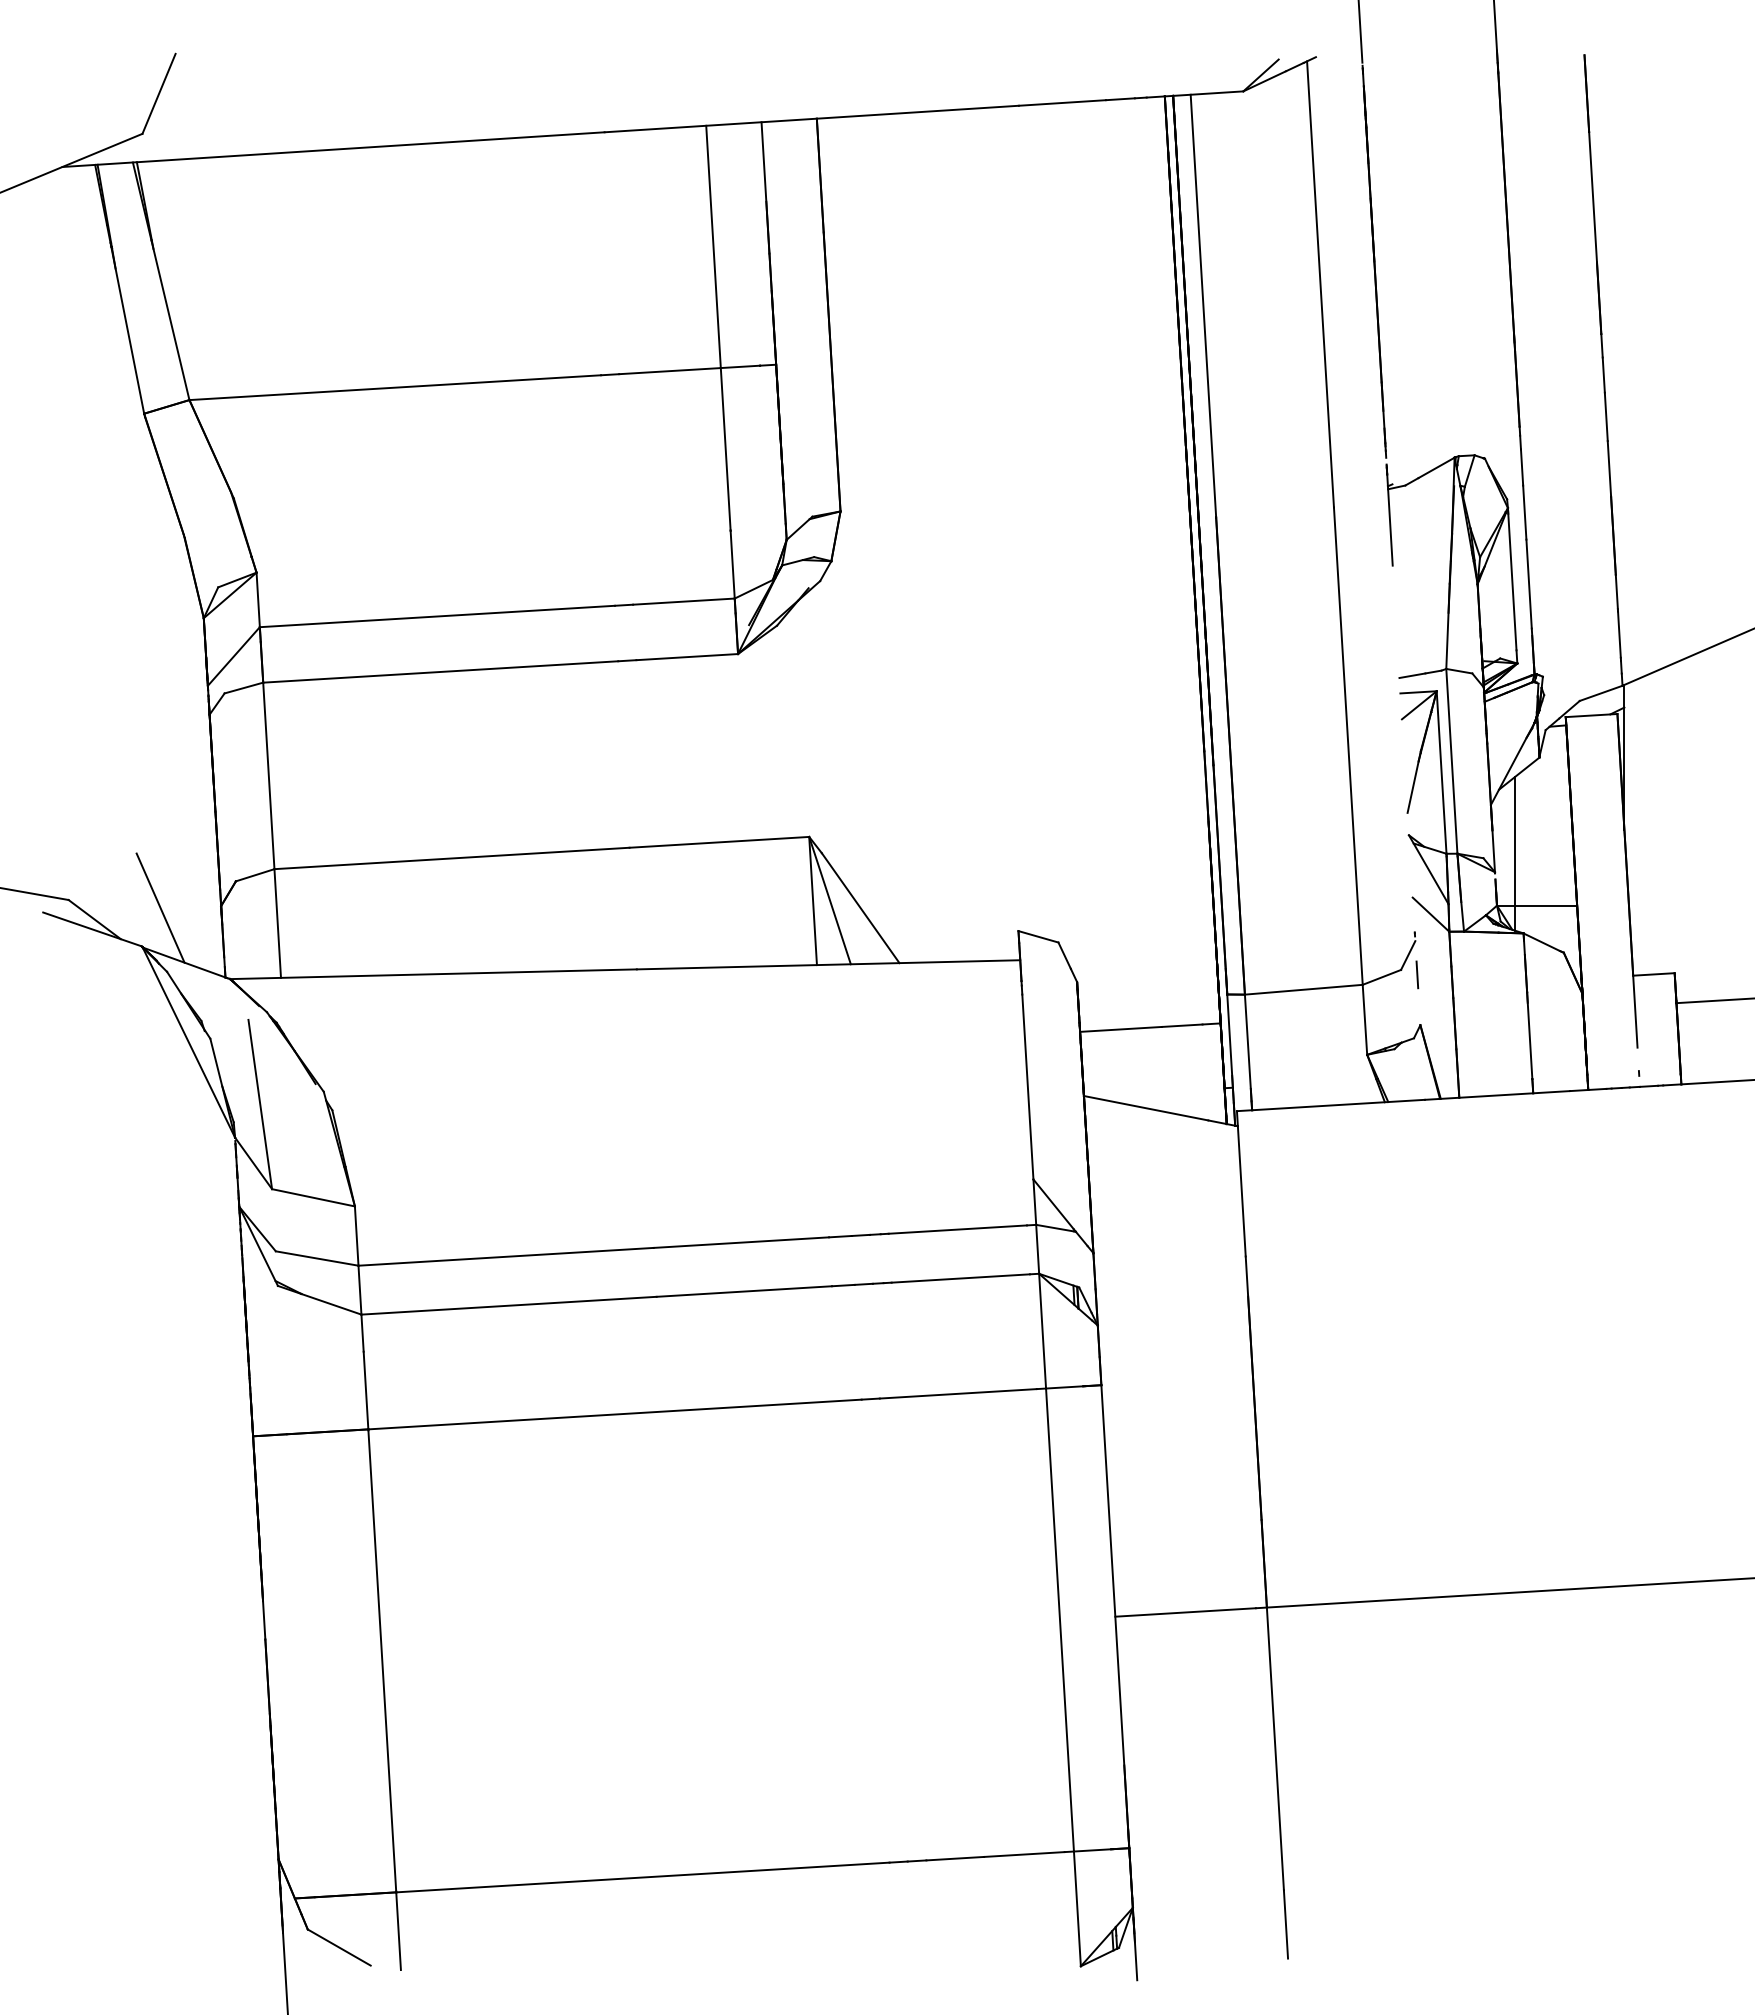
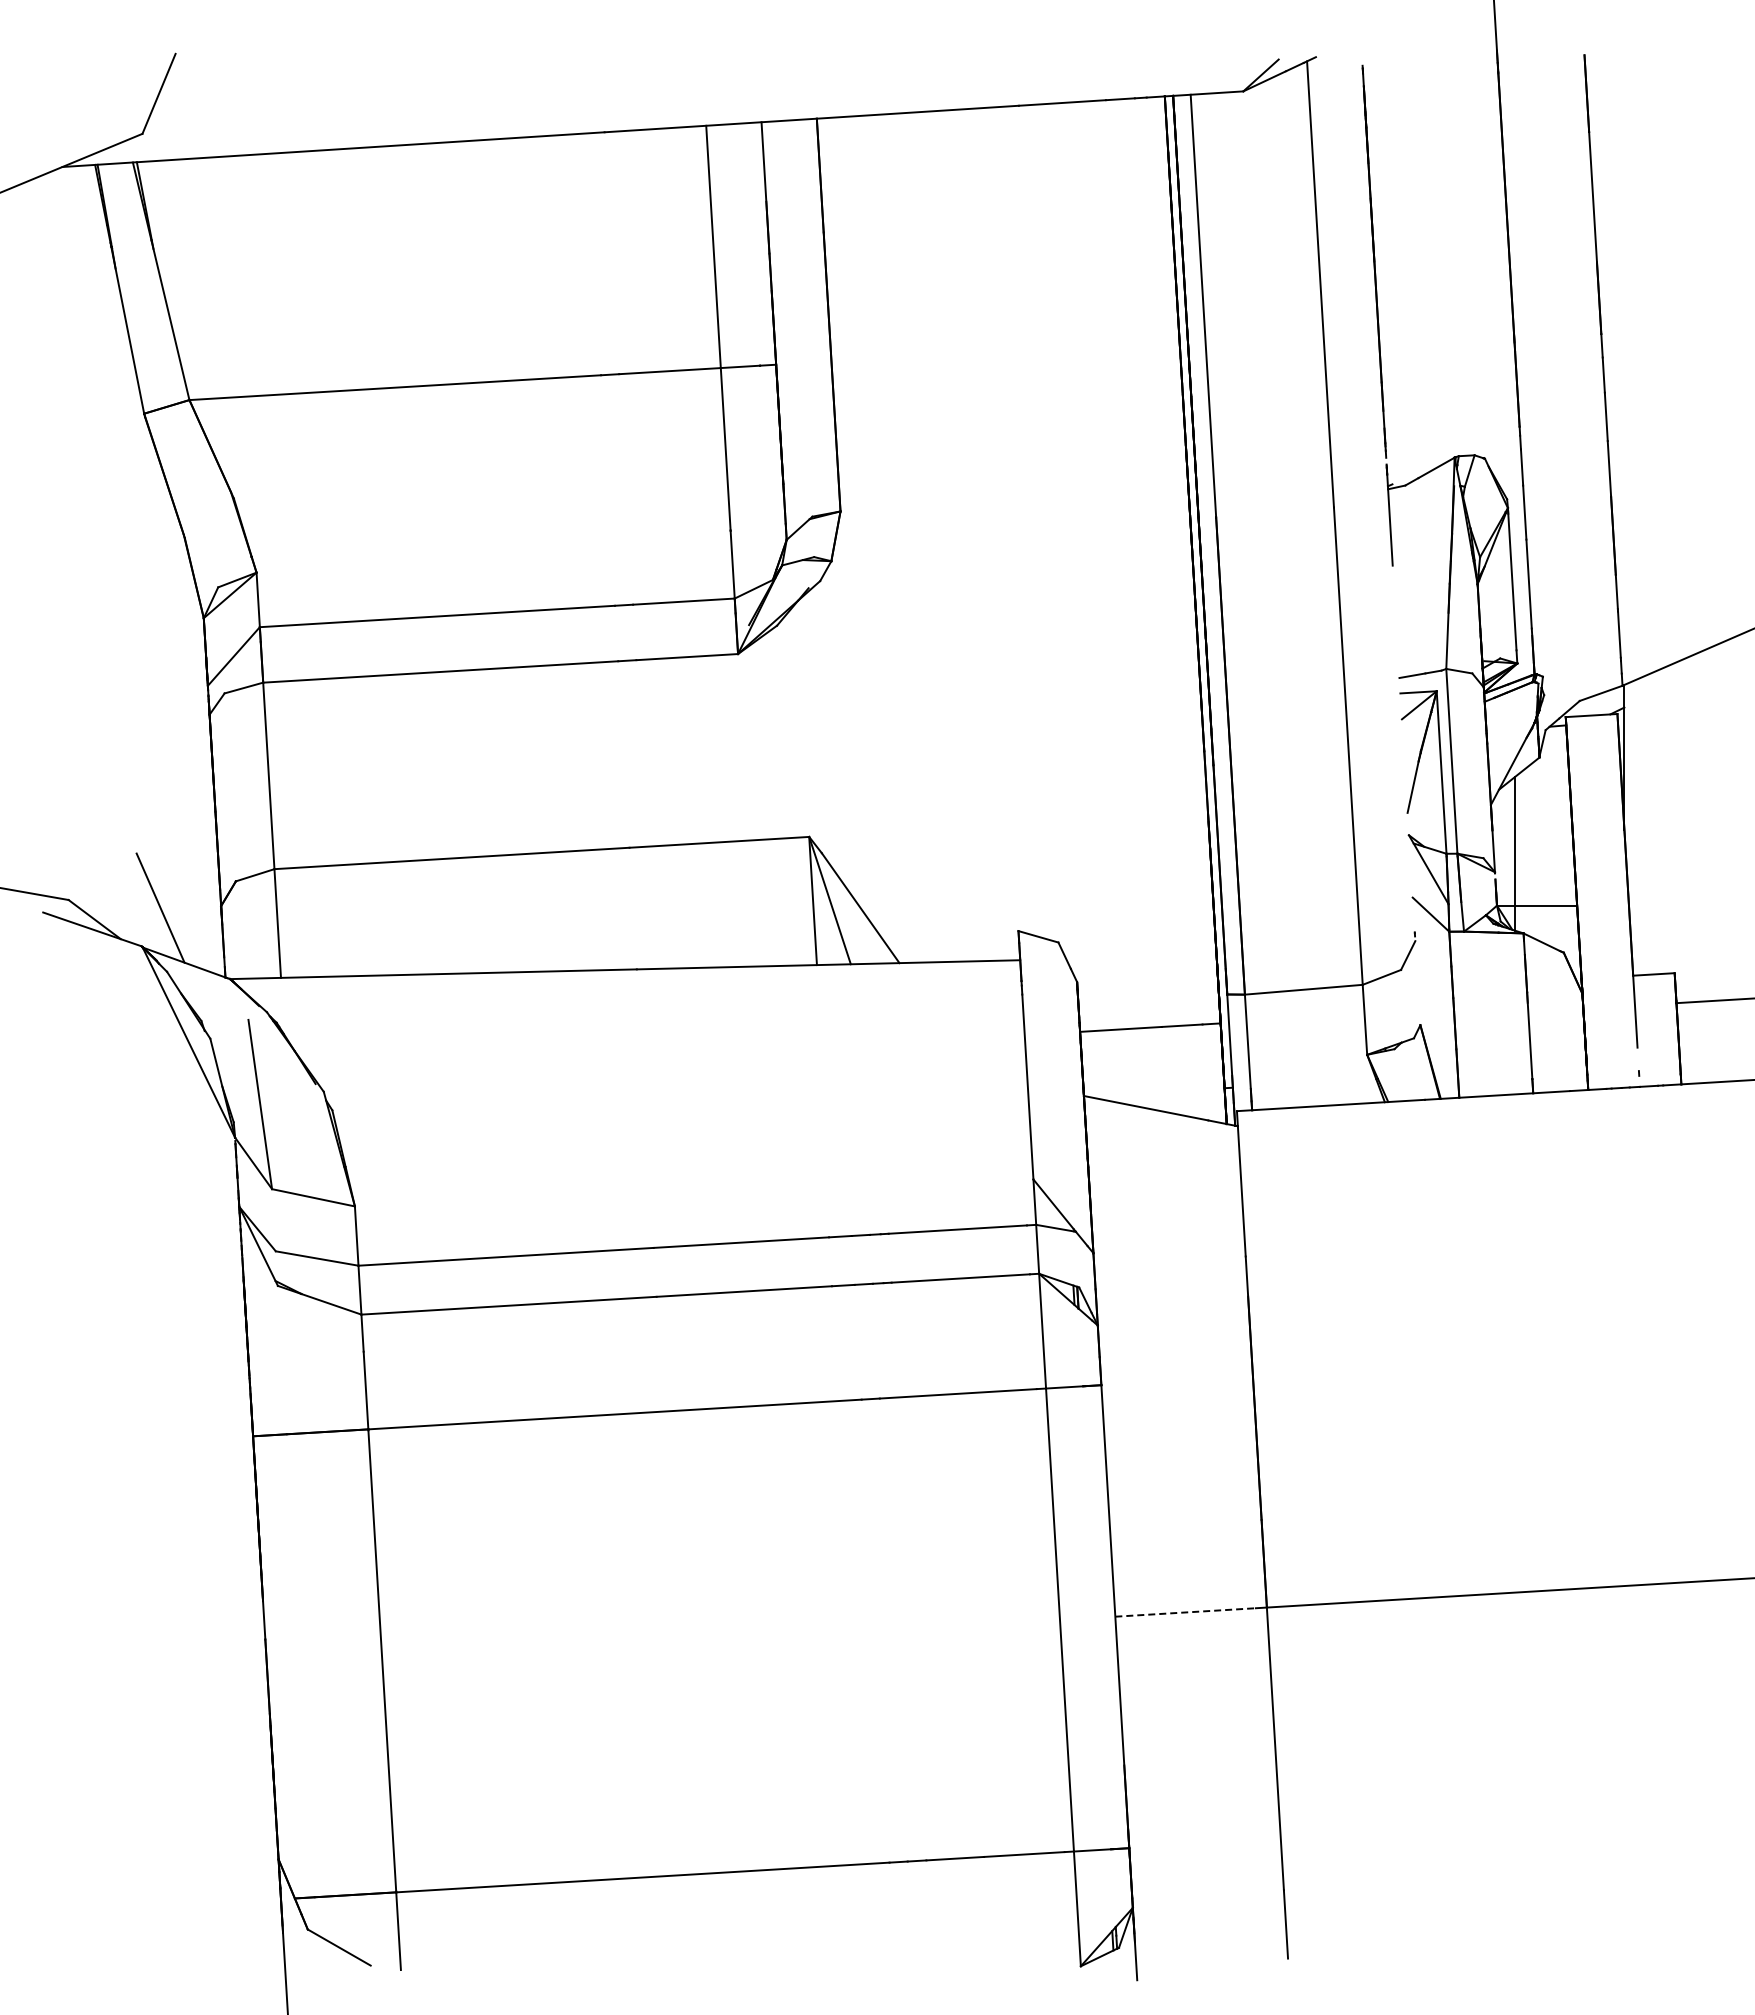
line at (1360, 32): present -> none
line at (1417, 974): present -> none
line at (1186, 1612): solid -> dashed
